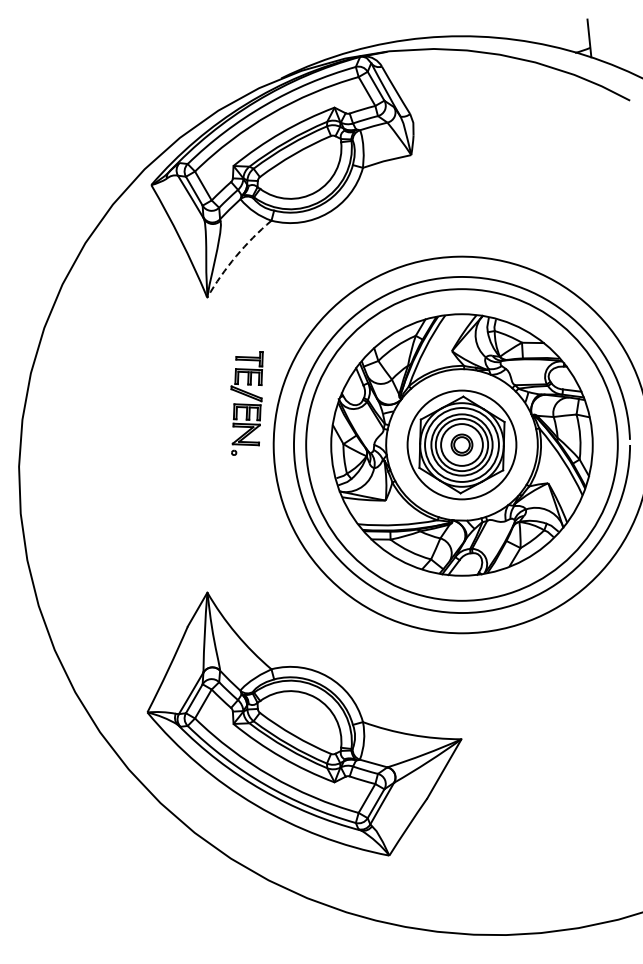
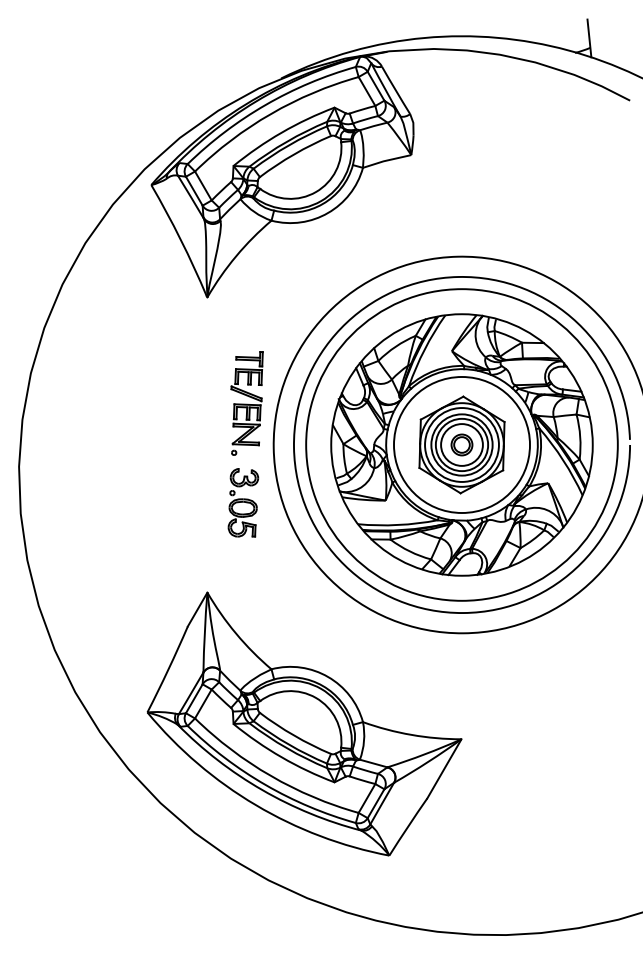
arc at (236, 256): dashed -> solid
circle at (461, 444) diameter: 109 px -> 136 px
part at (243, 502): none -> present
